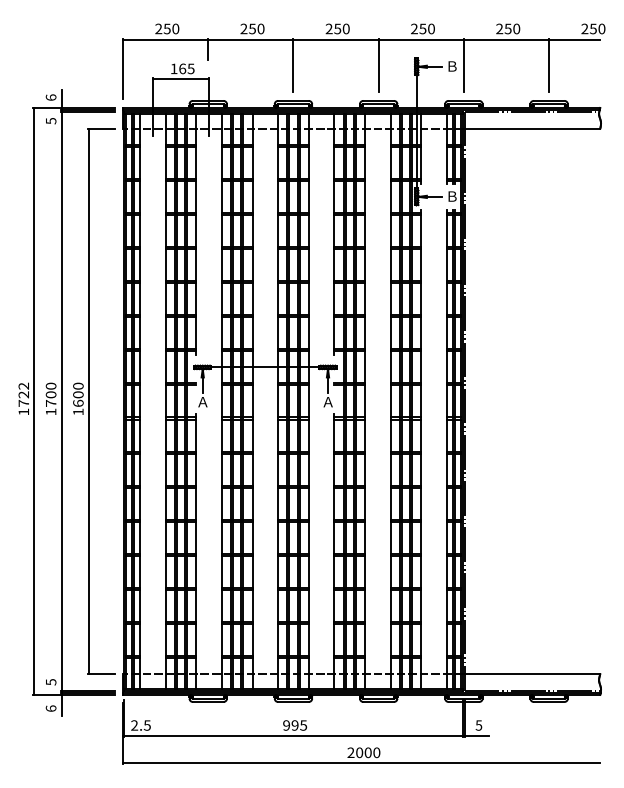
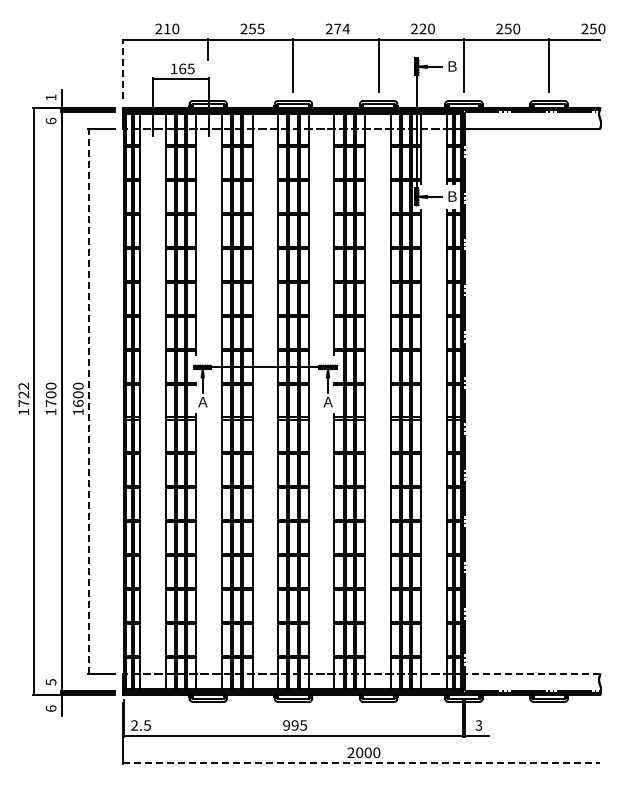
text at (166, 28): 250 -> 210
text at (260, 28): 250 -> 255
text at (341, 28): 250 -> 274
text at (422, 28): 250 -> 220
line at (123, 68): solid -> dashed
text at (50, 97): 6 -> 1
text at (50, 120): 5 -> 6
line at (88, 401): solid -> dashed
line at (531, 674): solid -> dashed
text at (479, 724): 5 -> 3
line at (361, 763): solid -> dashed
